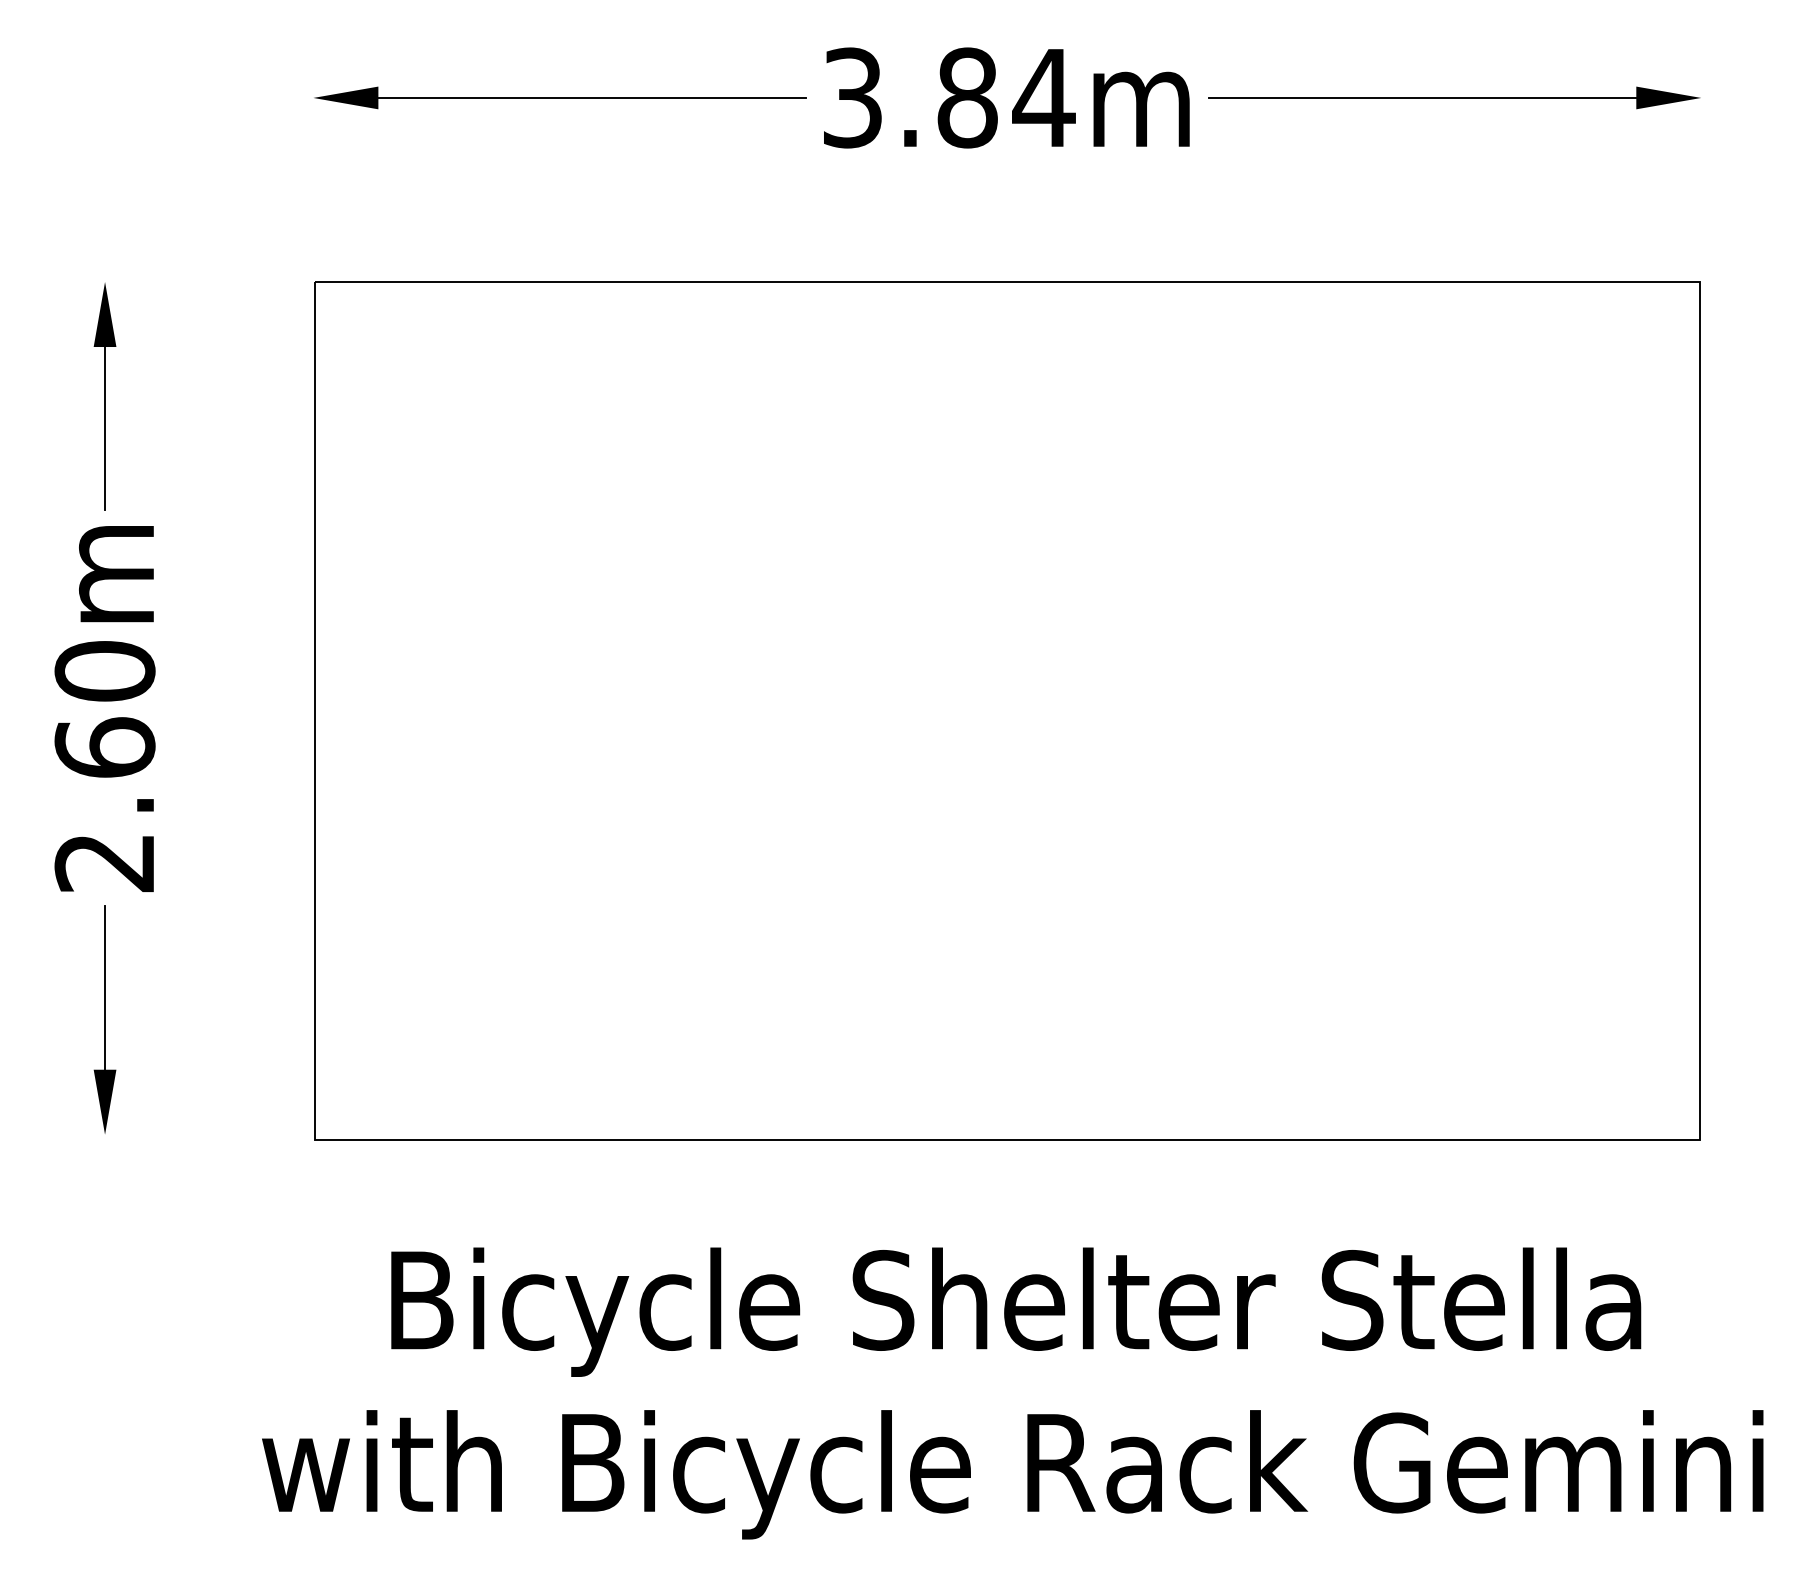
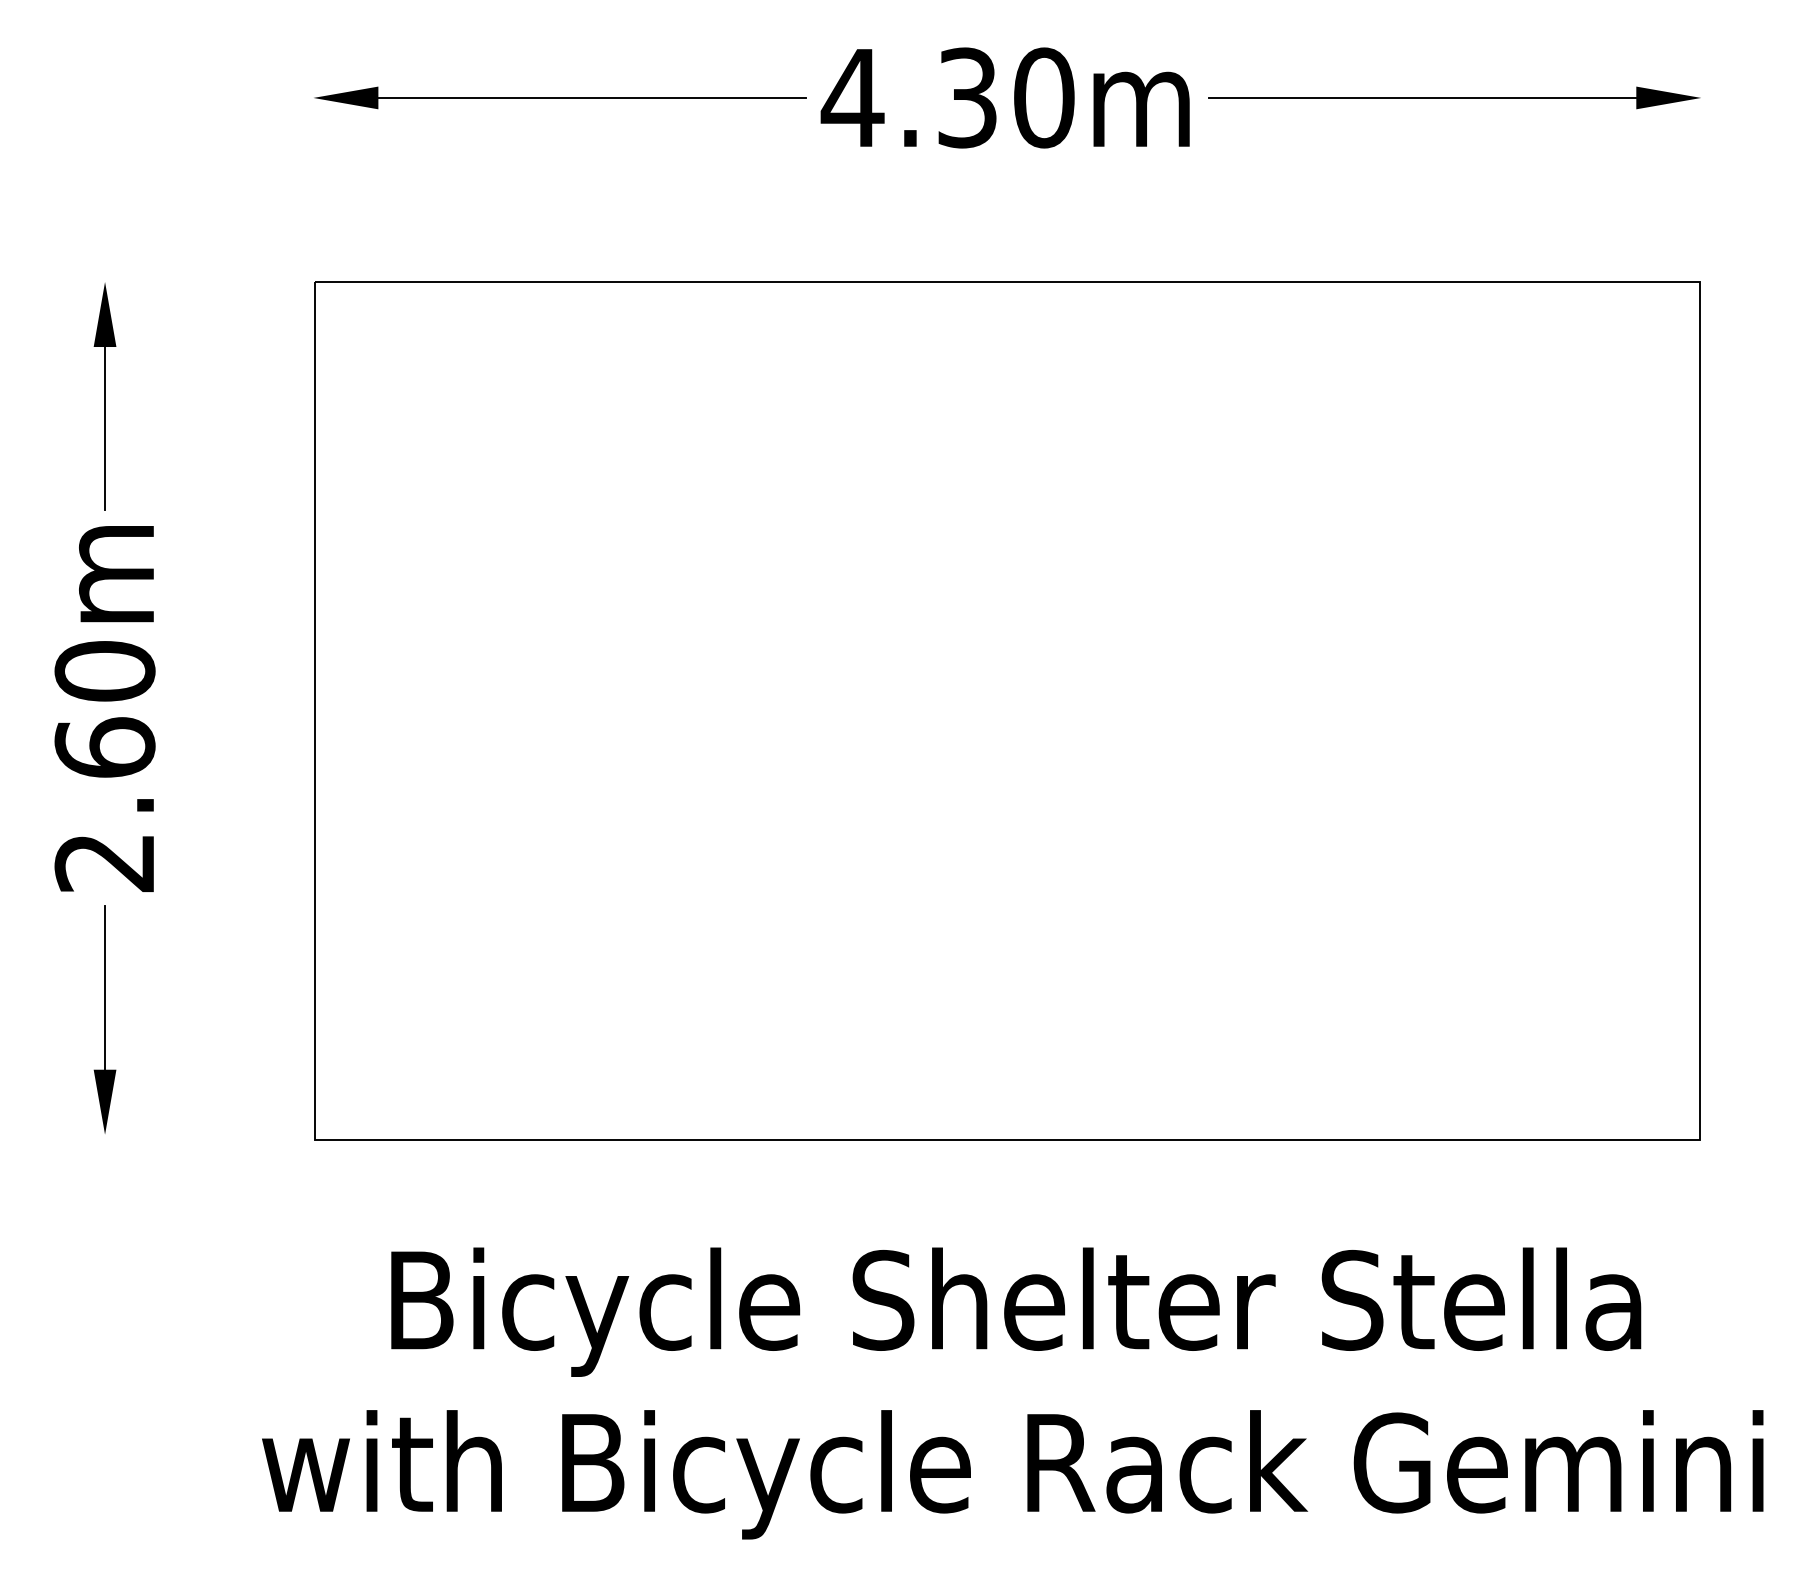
text at (947, 97): 3.84m -> 4.30m
